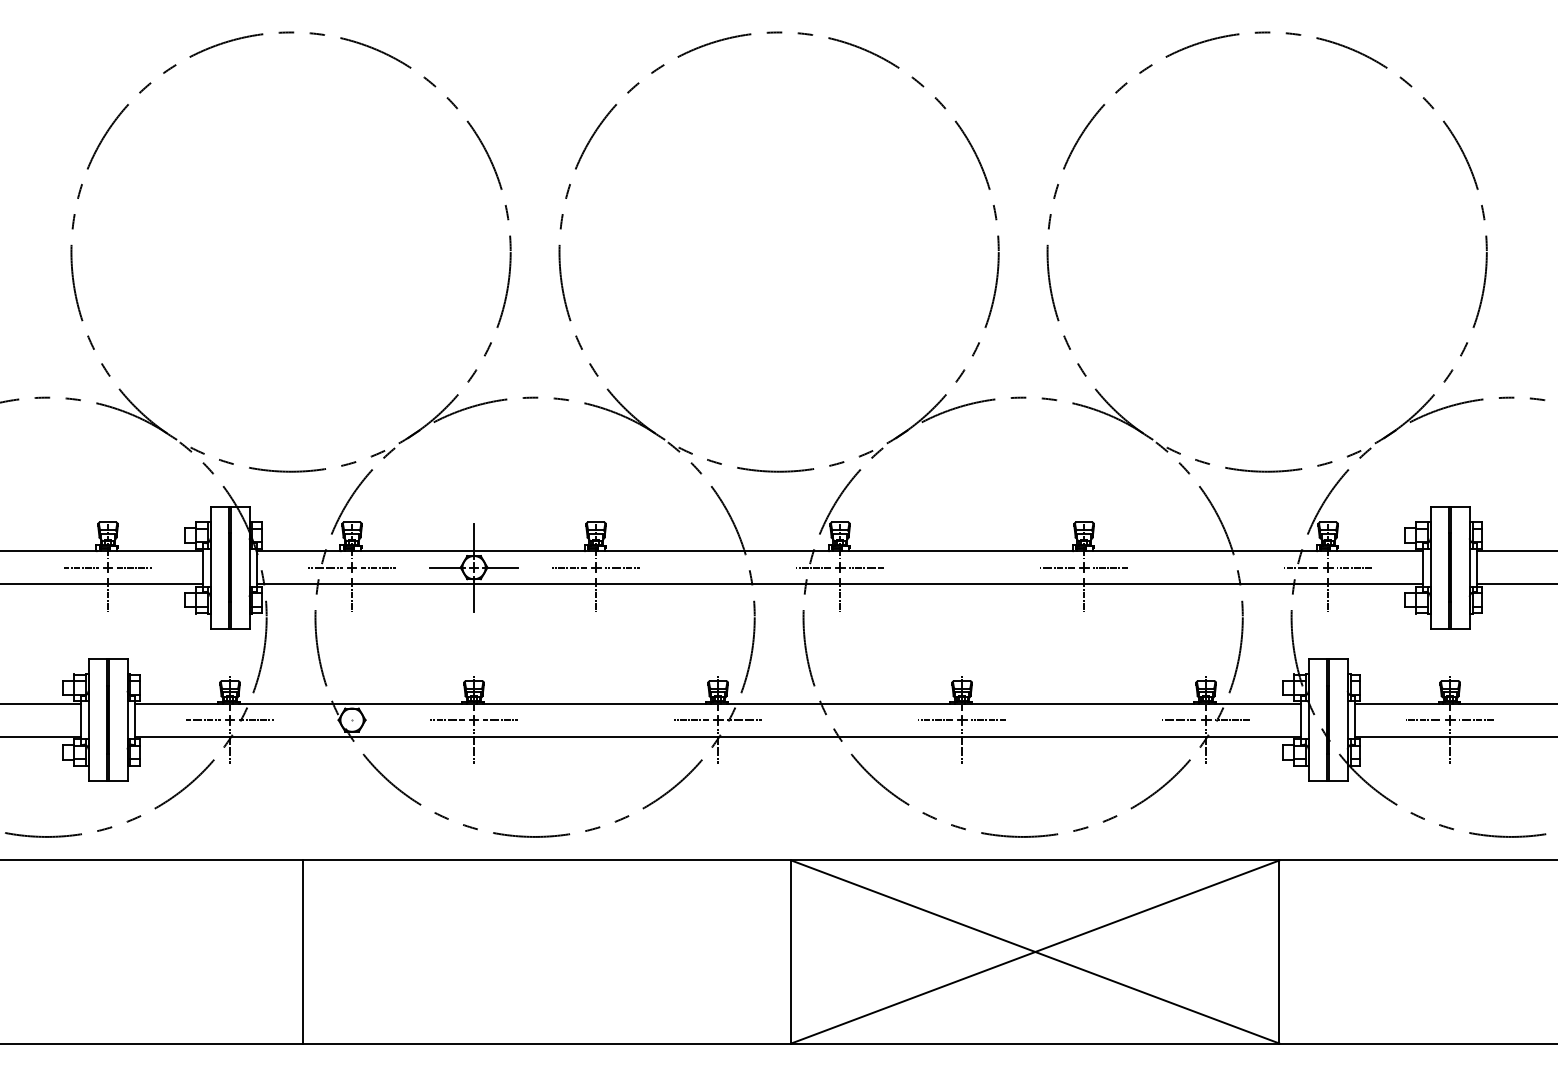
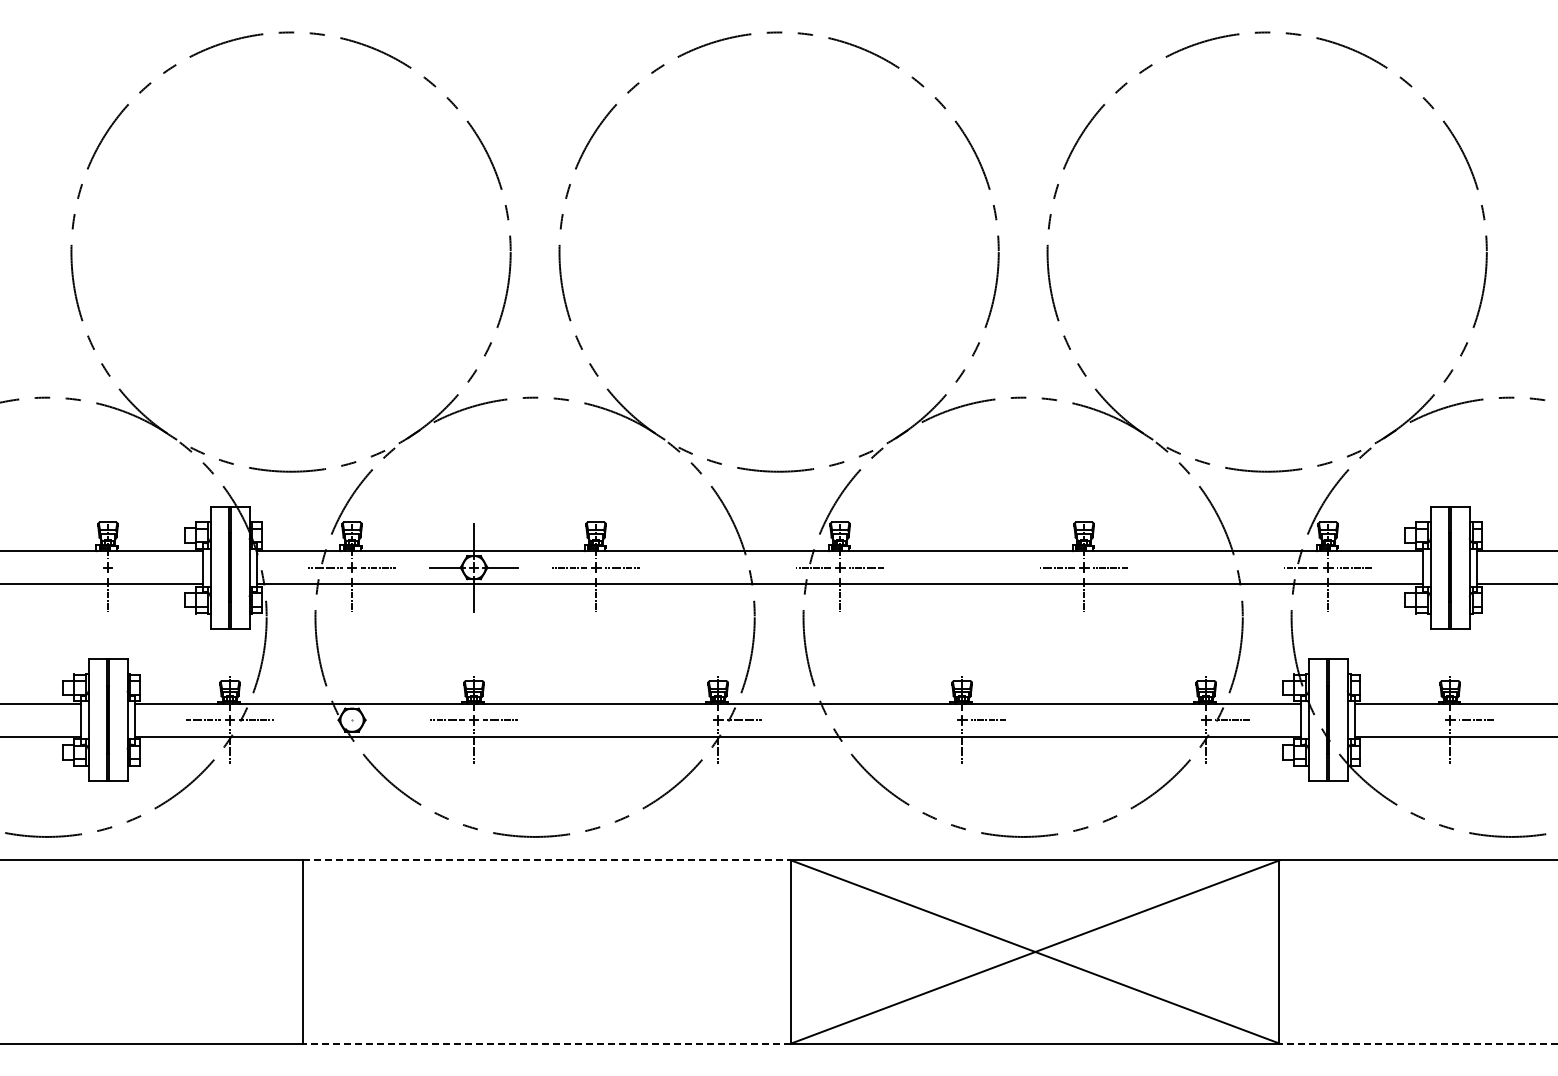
line at (81, 567): present -> none
line at (134, 567): present -> none
line at (691, 720): present -> none
line at (935, 720): present -> none
line at (1179, 720): present -> none
line at (1423, 720): present -> none
line at (547, 860): solid -> dashed
line at (546, 1043): solid -> dashed
line at (1418, 1043): solid -> dashed
